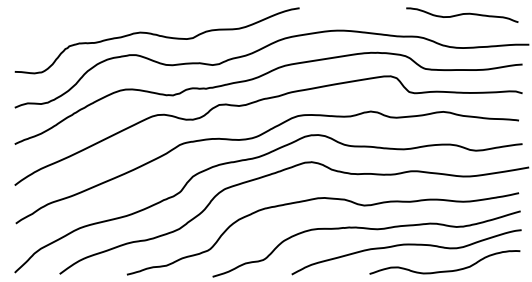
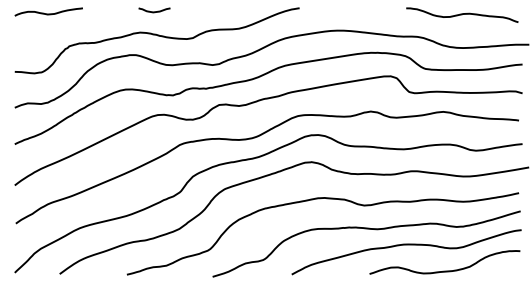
curve at (154, 11): none -> present
curve at (48, 13): none -> present
